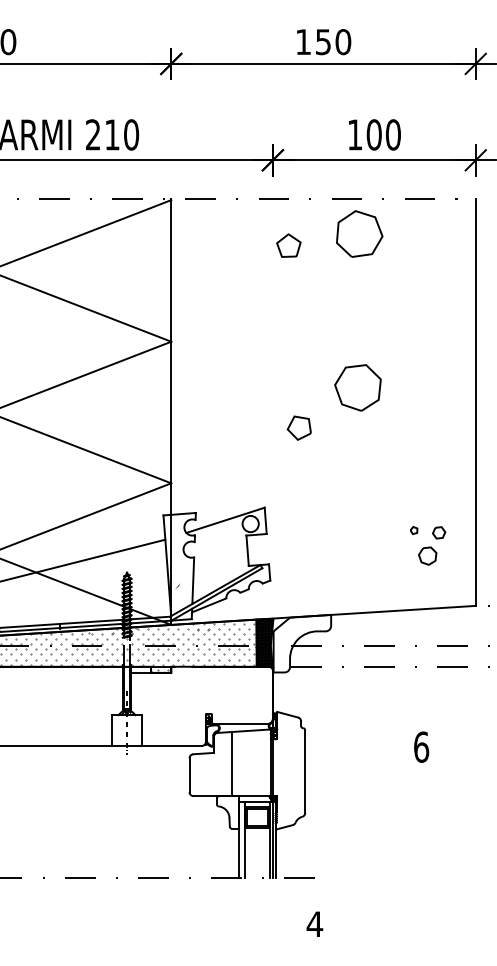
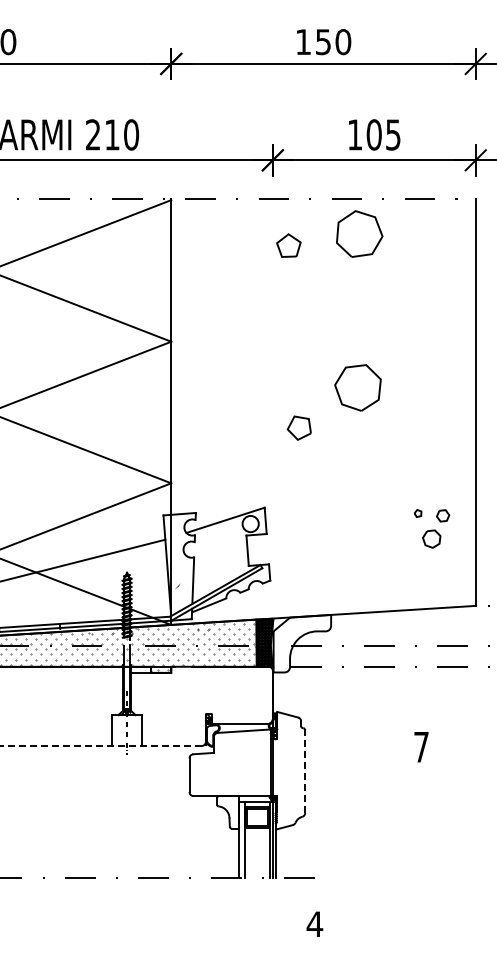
text at (393, 134): 100 -> 105
part at (428, 545) position: (428, 545) -> (432, 528)
line at (101, 745): solid -> dashed
text at (421, 746): 6 -> 7
line at (232, 763): present -> none
line at (305, 771): solid -> dashed
